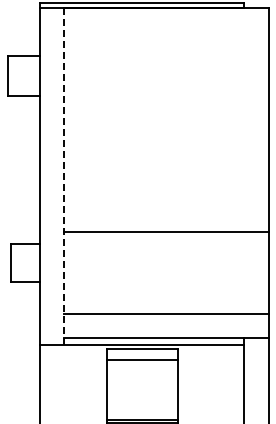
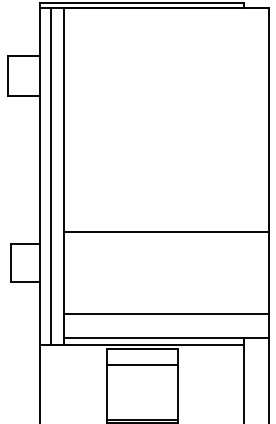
line at (50, 176): none -> present
line at (64, 176): dashed -> solid
line at (141, 360) position: (141, 360) -> (141, 365)
